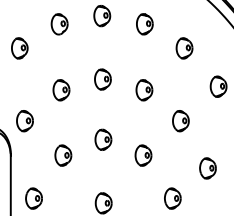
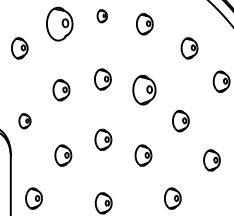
part at (102, 16) size: 19x23 px -> 12x15 px
part at (59, 24) size: 19x23 px -> 28x36 px
part at (184, 48) position: (184, 48) -> (189, 48)
part at (218, 86) position: (218, 86) -> (221, 81)
part at (144, 90) size: 19x23 px -> 25x32 px
part at (24, 121) size: 18x23 px -> 14x17 px
part at (207, 168) position: (207, 168) -> (211, 160)
